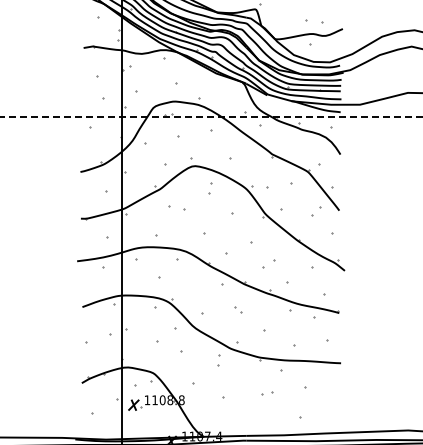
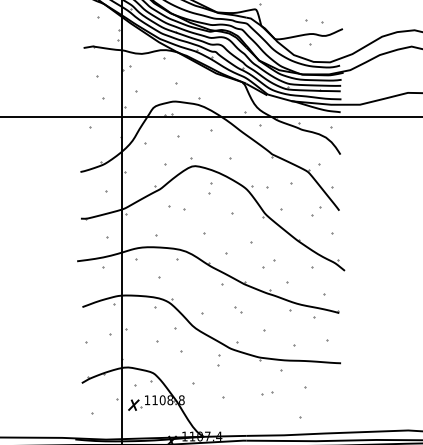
line at (211, 116): dashed -> solid
